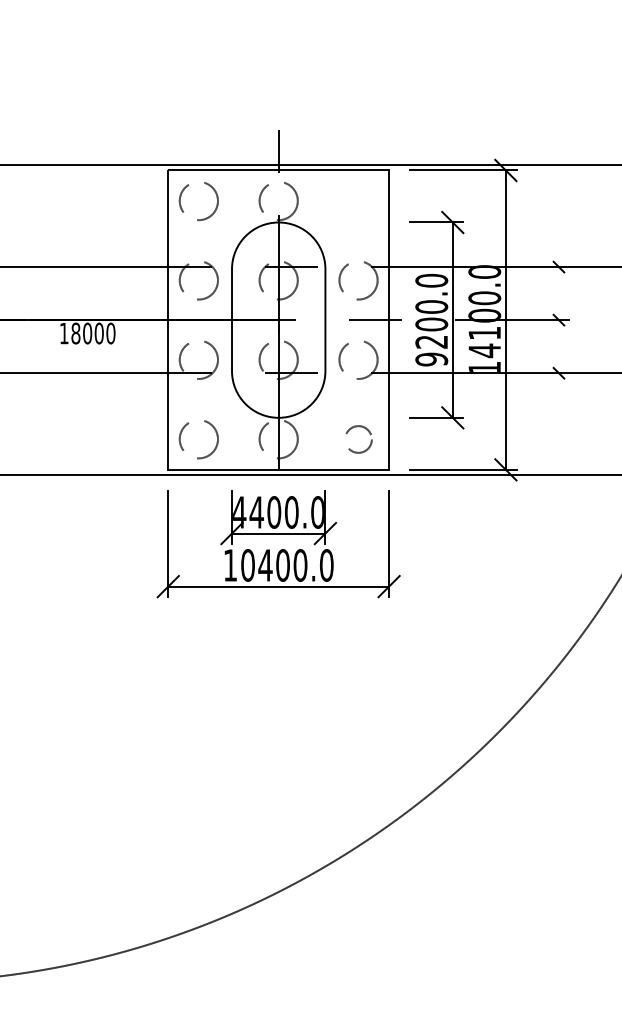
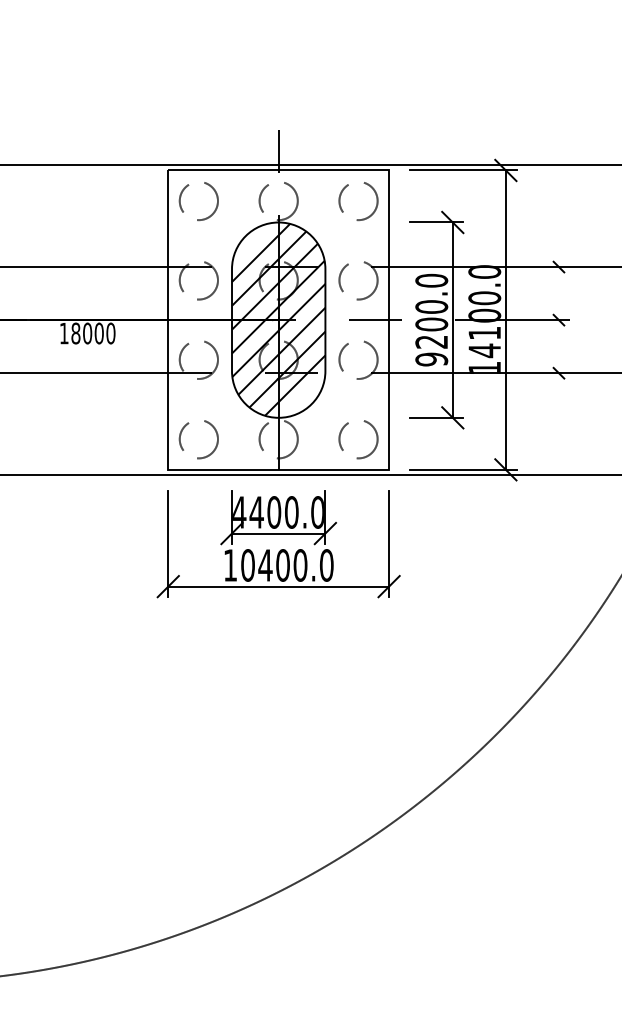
circle at (358, 201): none -> present
hatch at (278, 319): none -> present
circle at (358, 439) size: 28x29 px -> 41x40 px
